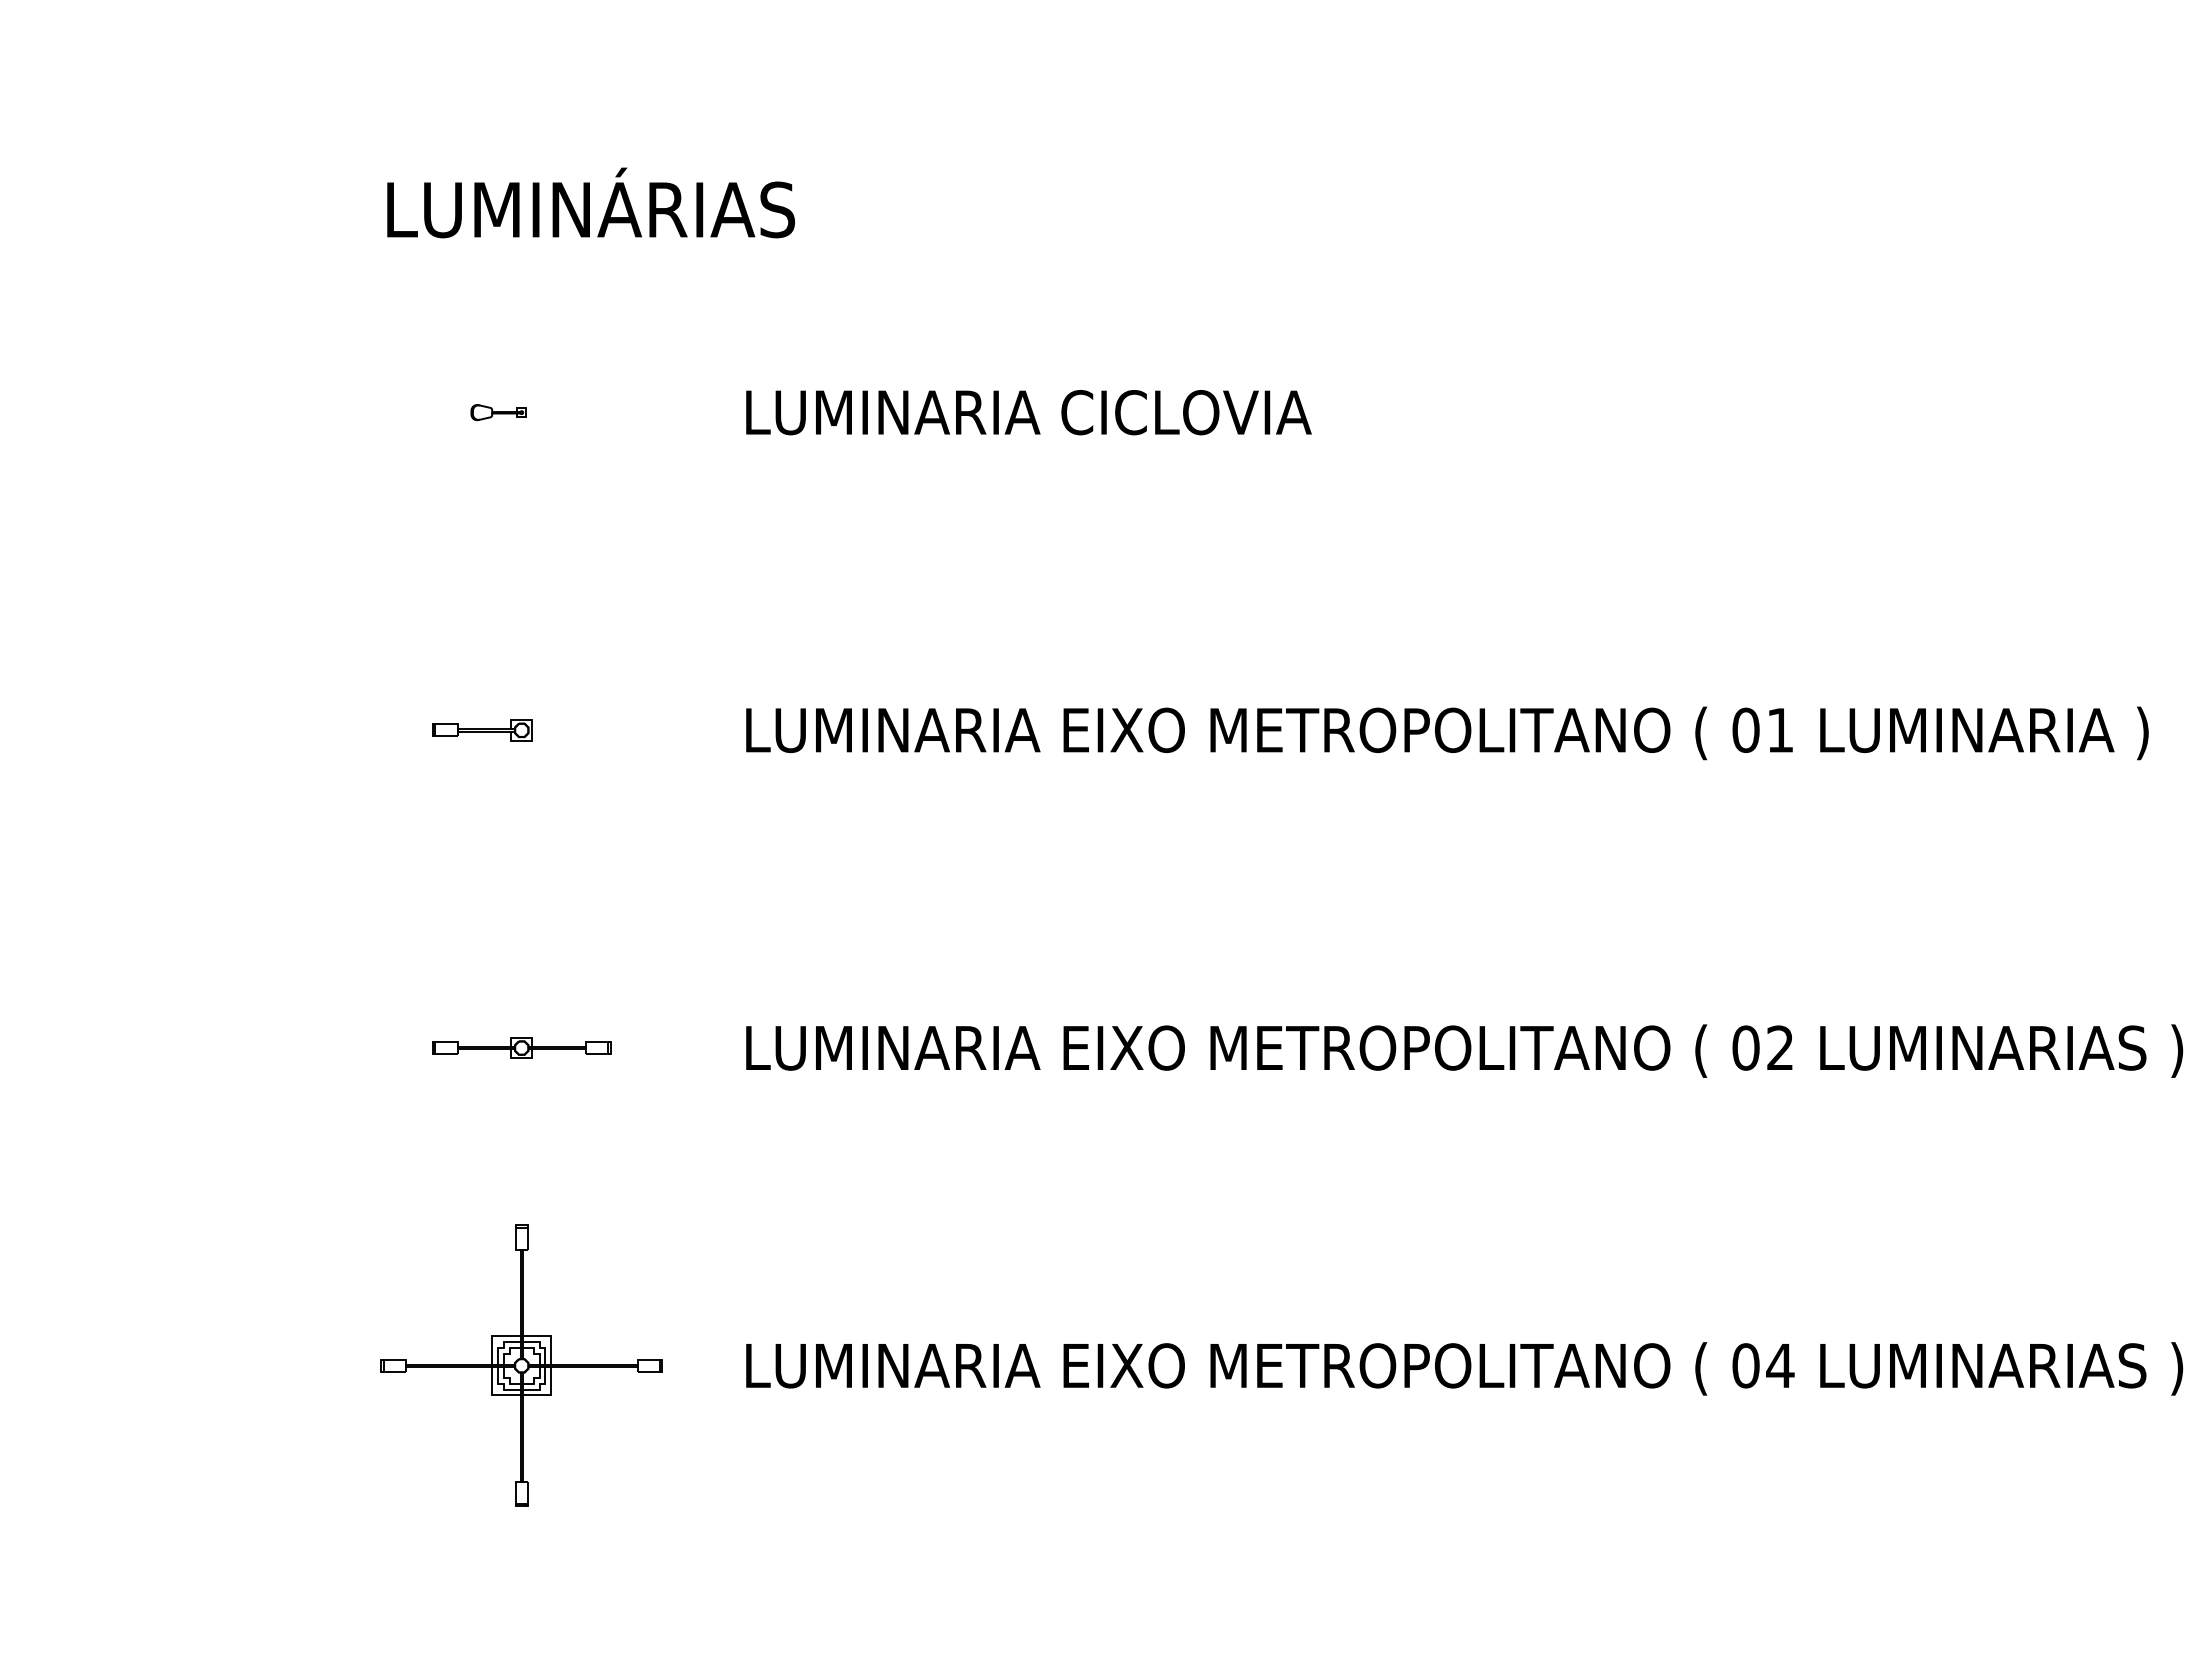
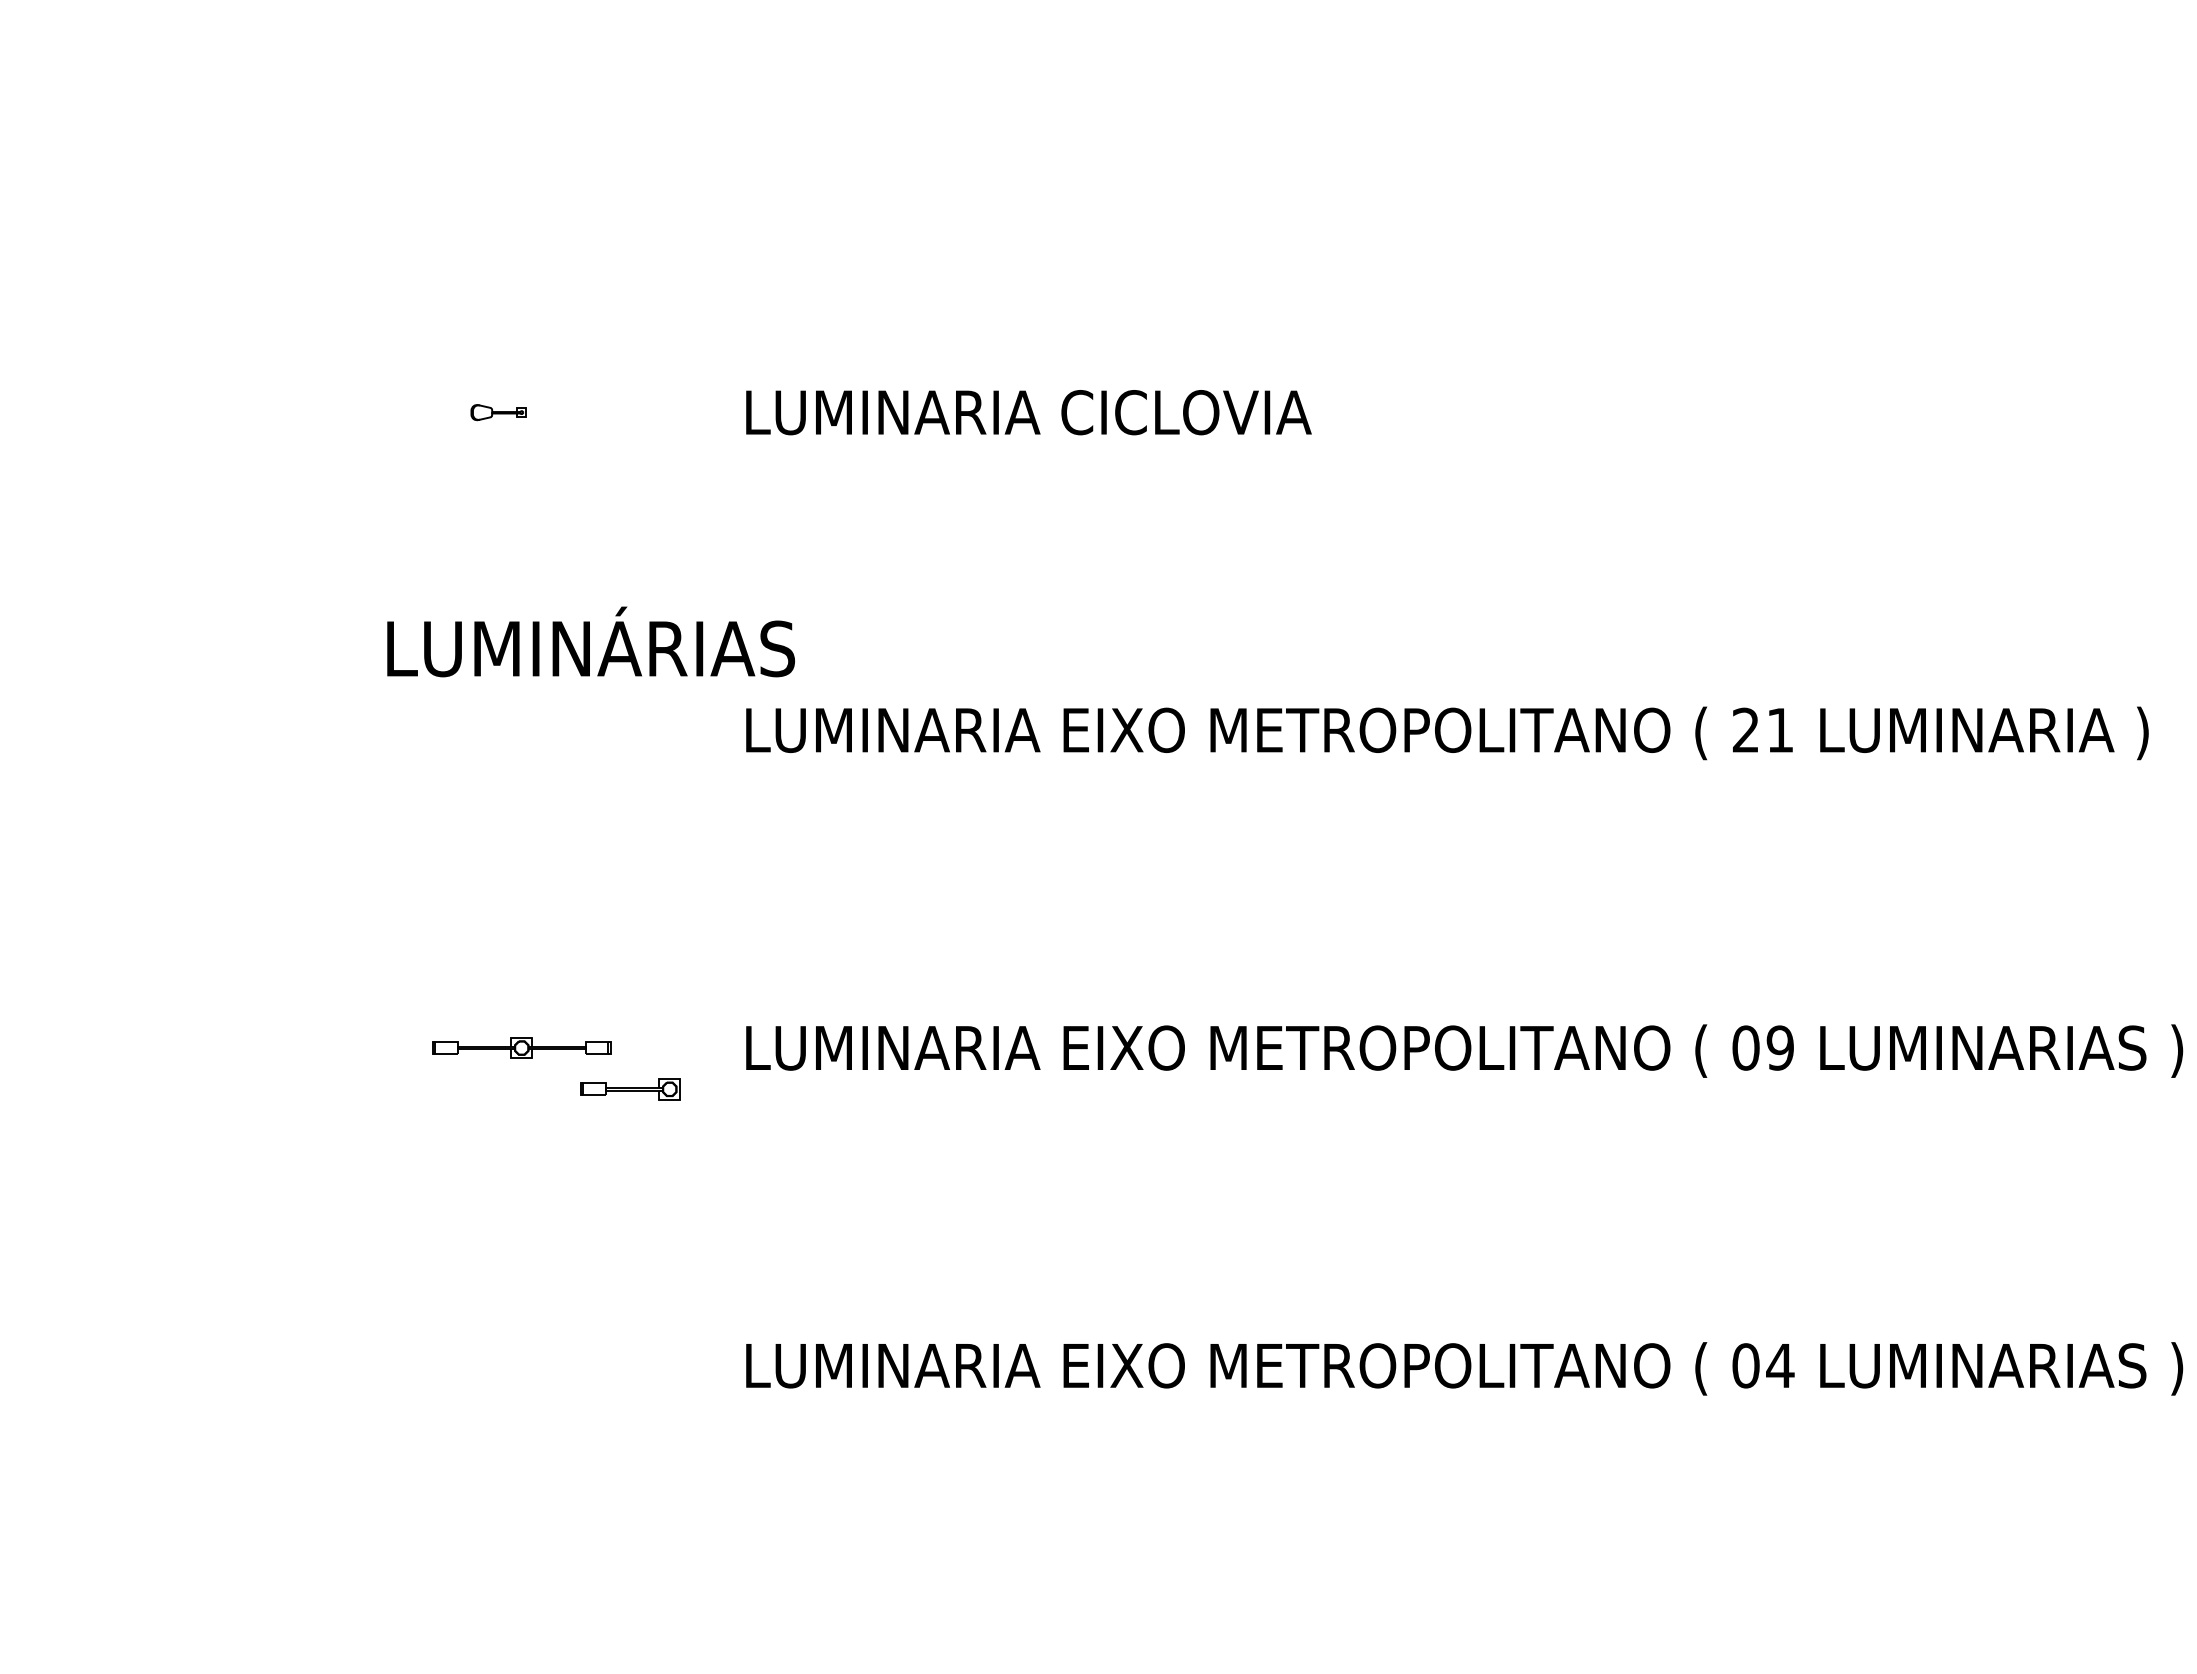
text at (590, 202) position: (590, 202) -> (590, 641)
part at (482, 730) position: (482, 730) -> (630, 1089)
text at (1745, 730): 01 -> 21
text at (1779, 1047): 02 -> 09
part at (521, 1365): present -> none
